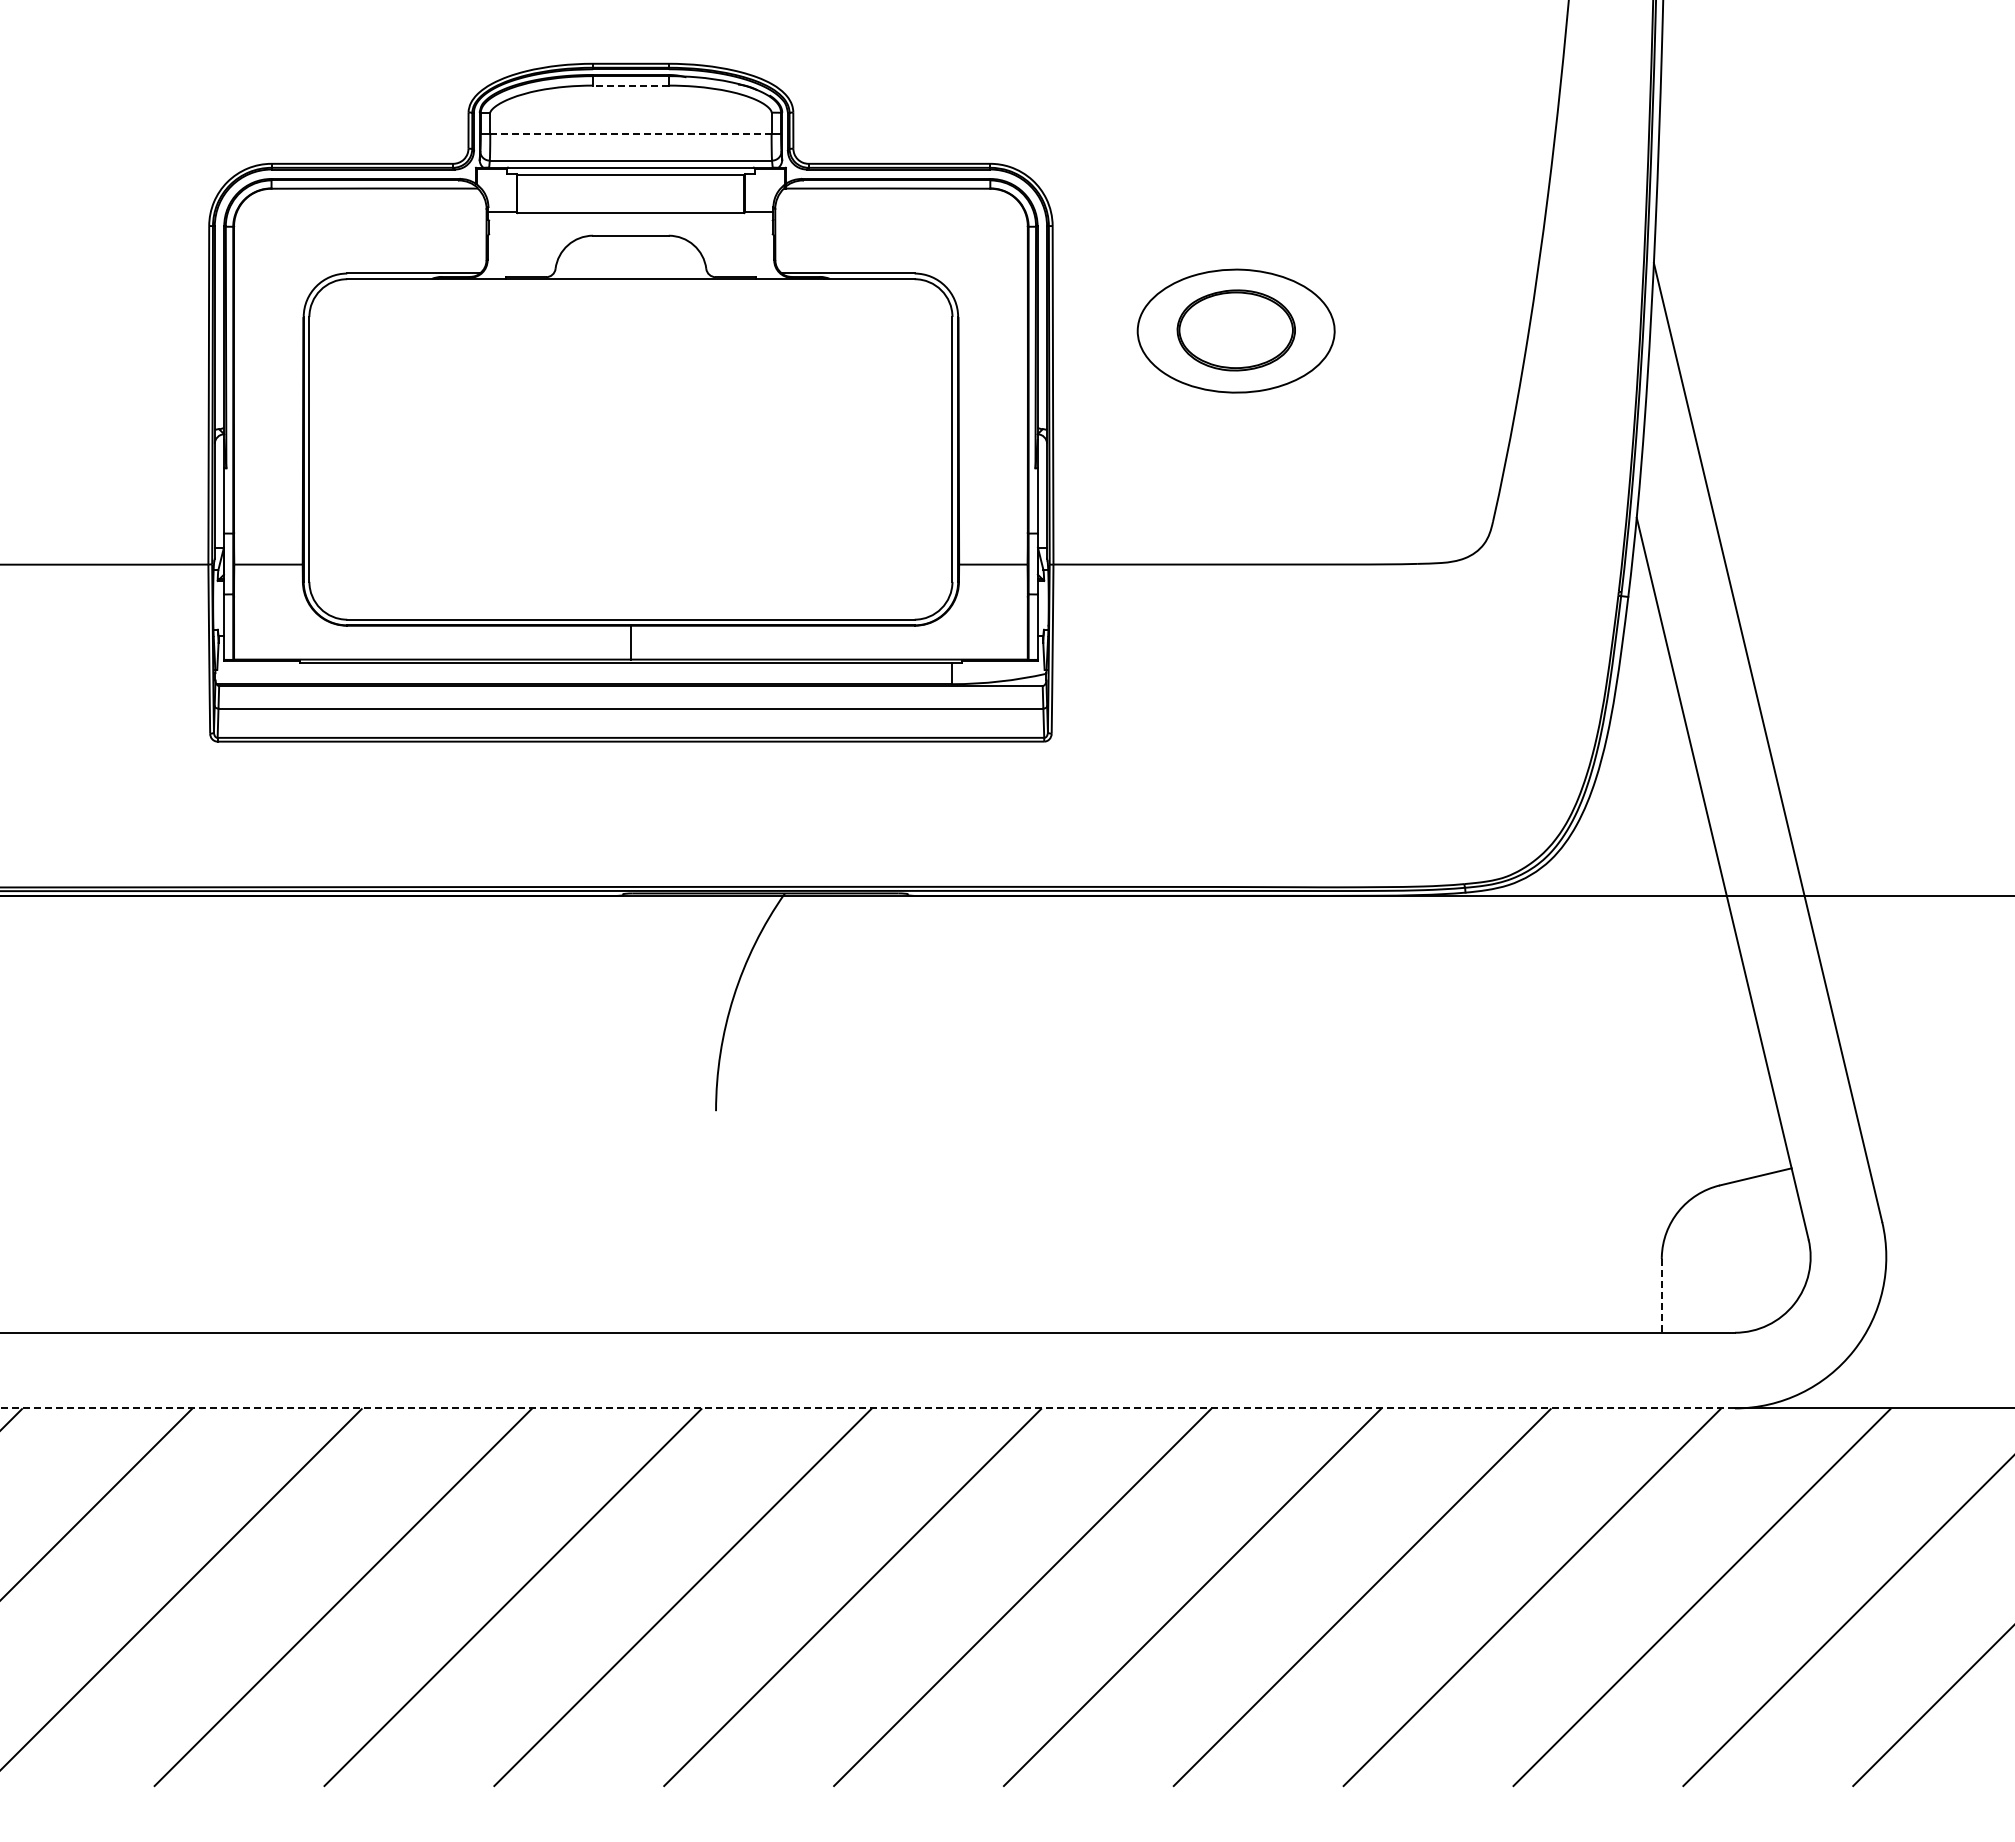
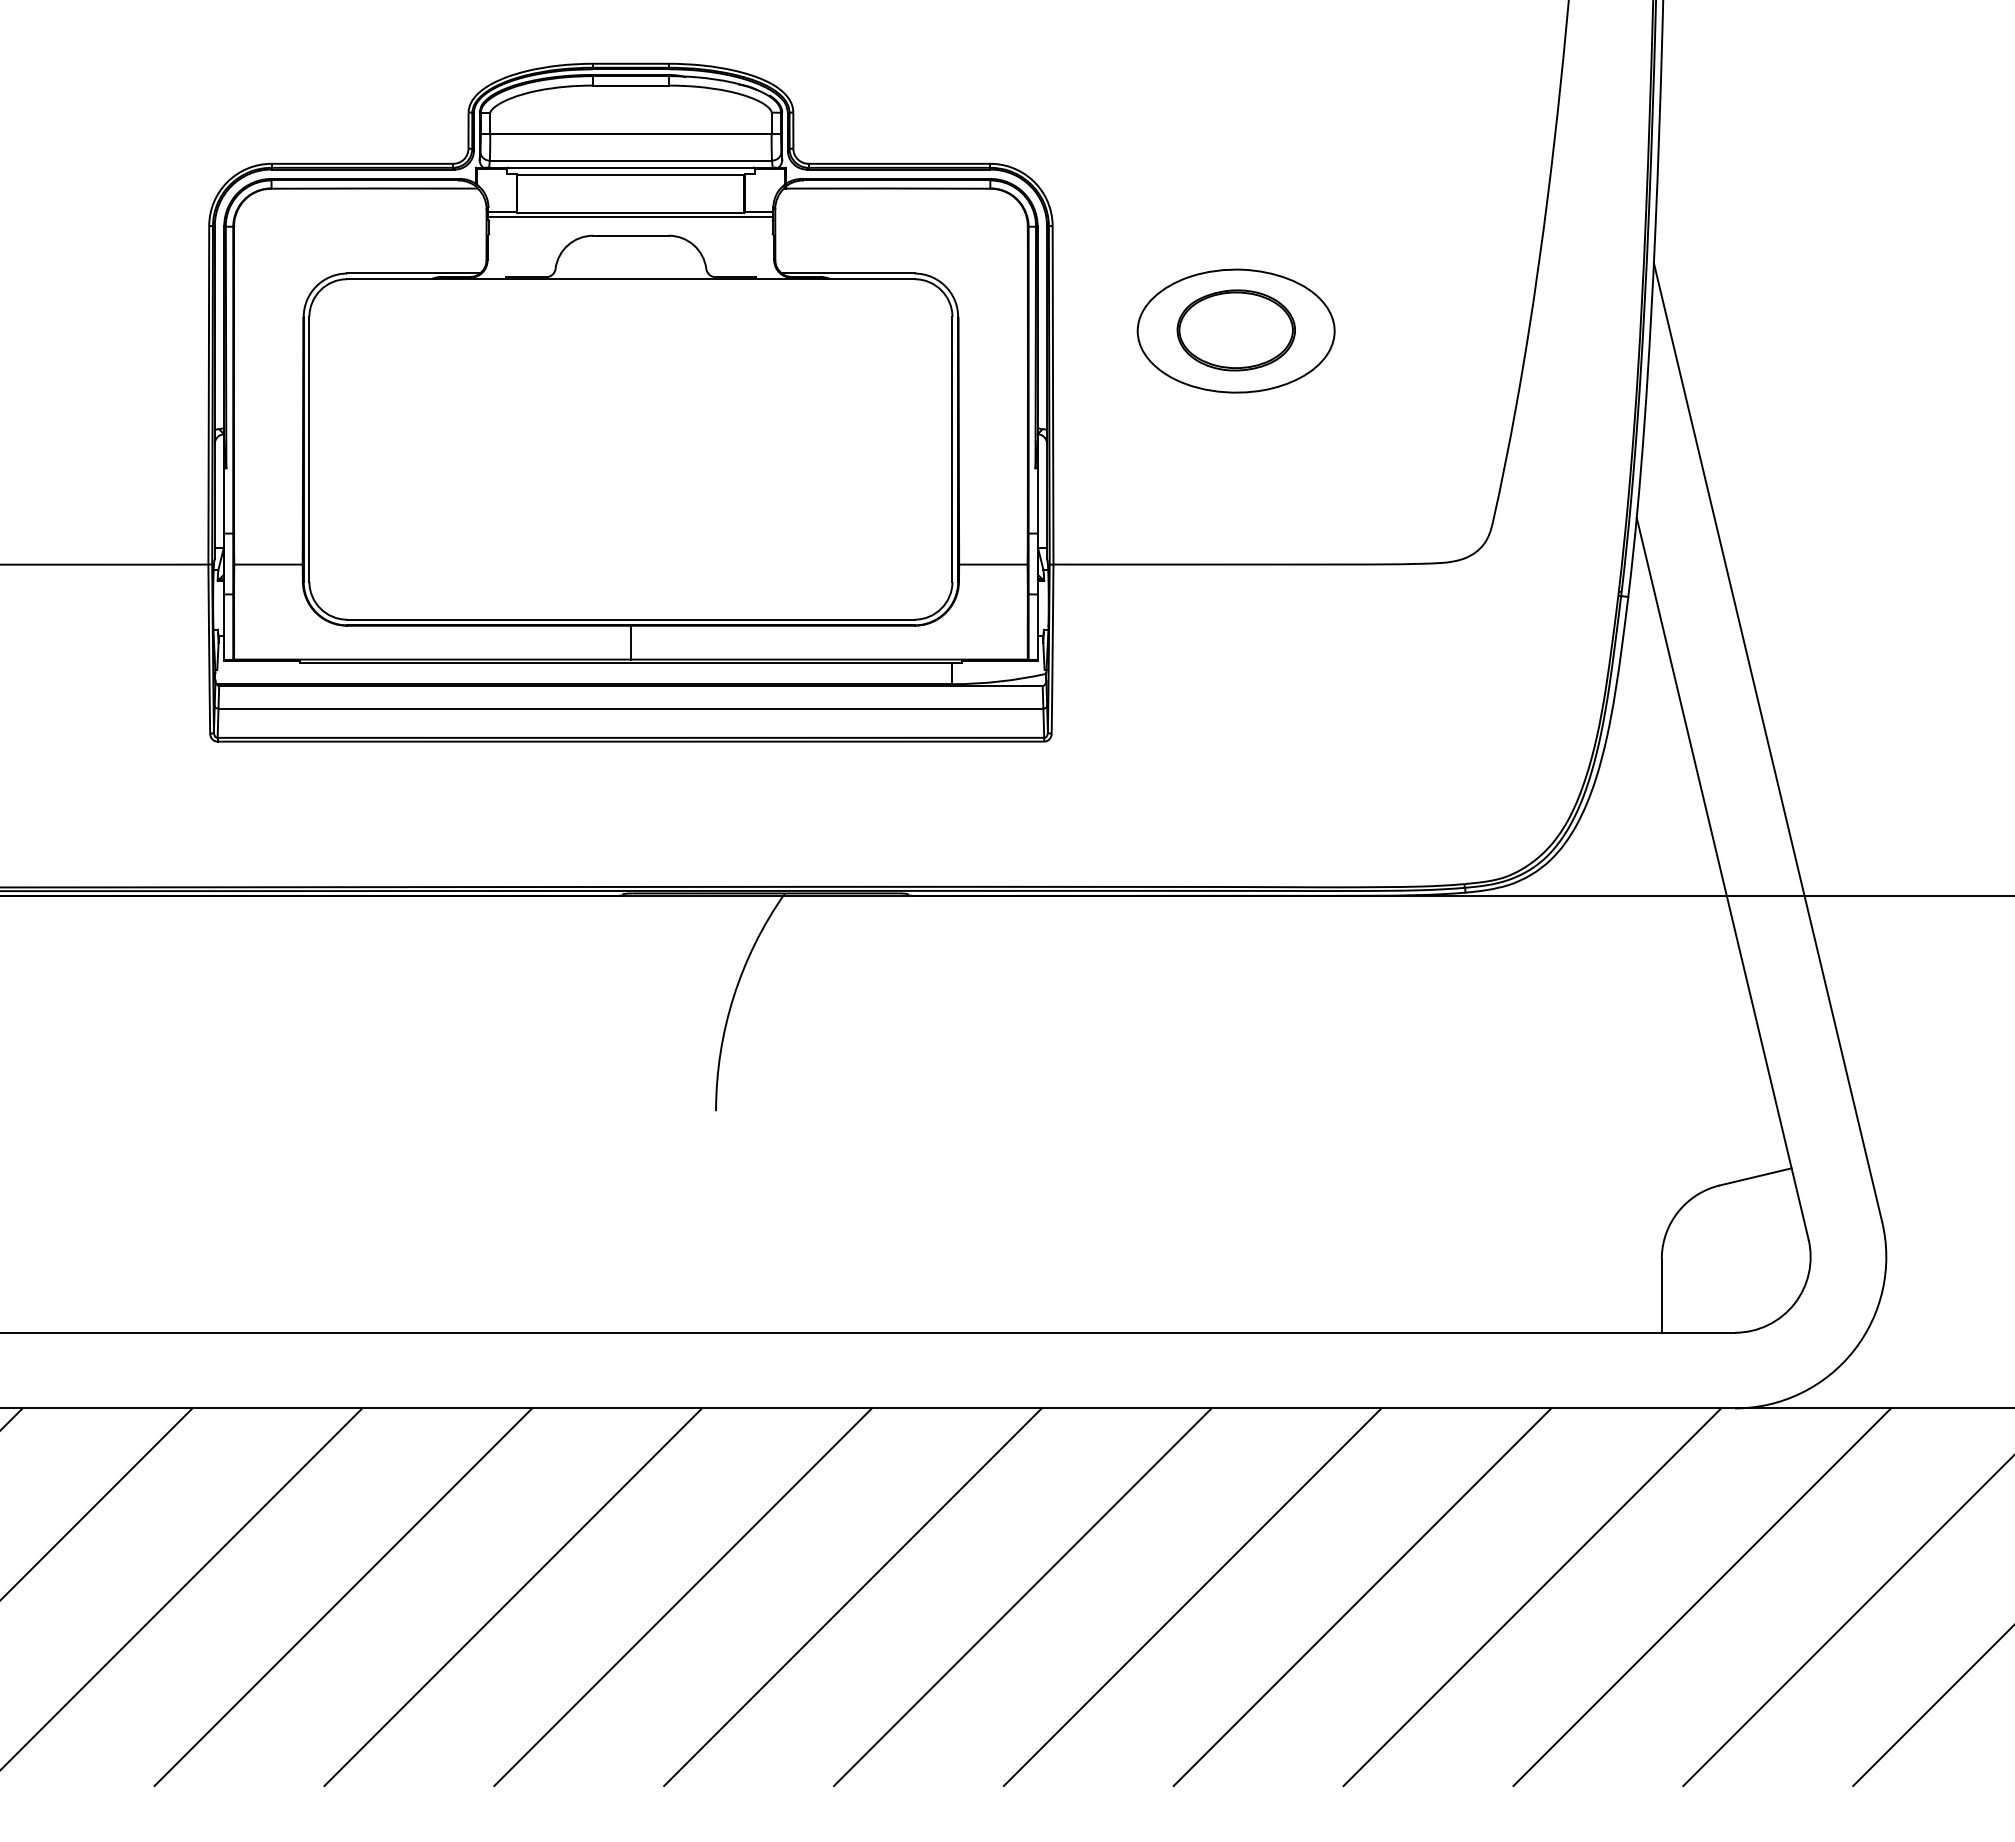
line at (630, 85): dashed -> solid
line at (630, 134): dashed -> solid
line at (630, 216): none -> present
line at (1661, 1295): dashed -> solid
line at (867, 1408): dashed -> solid
